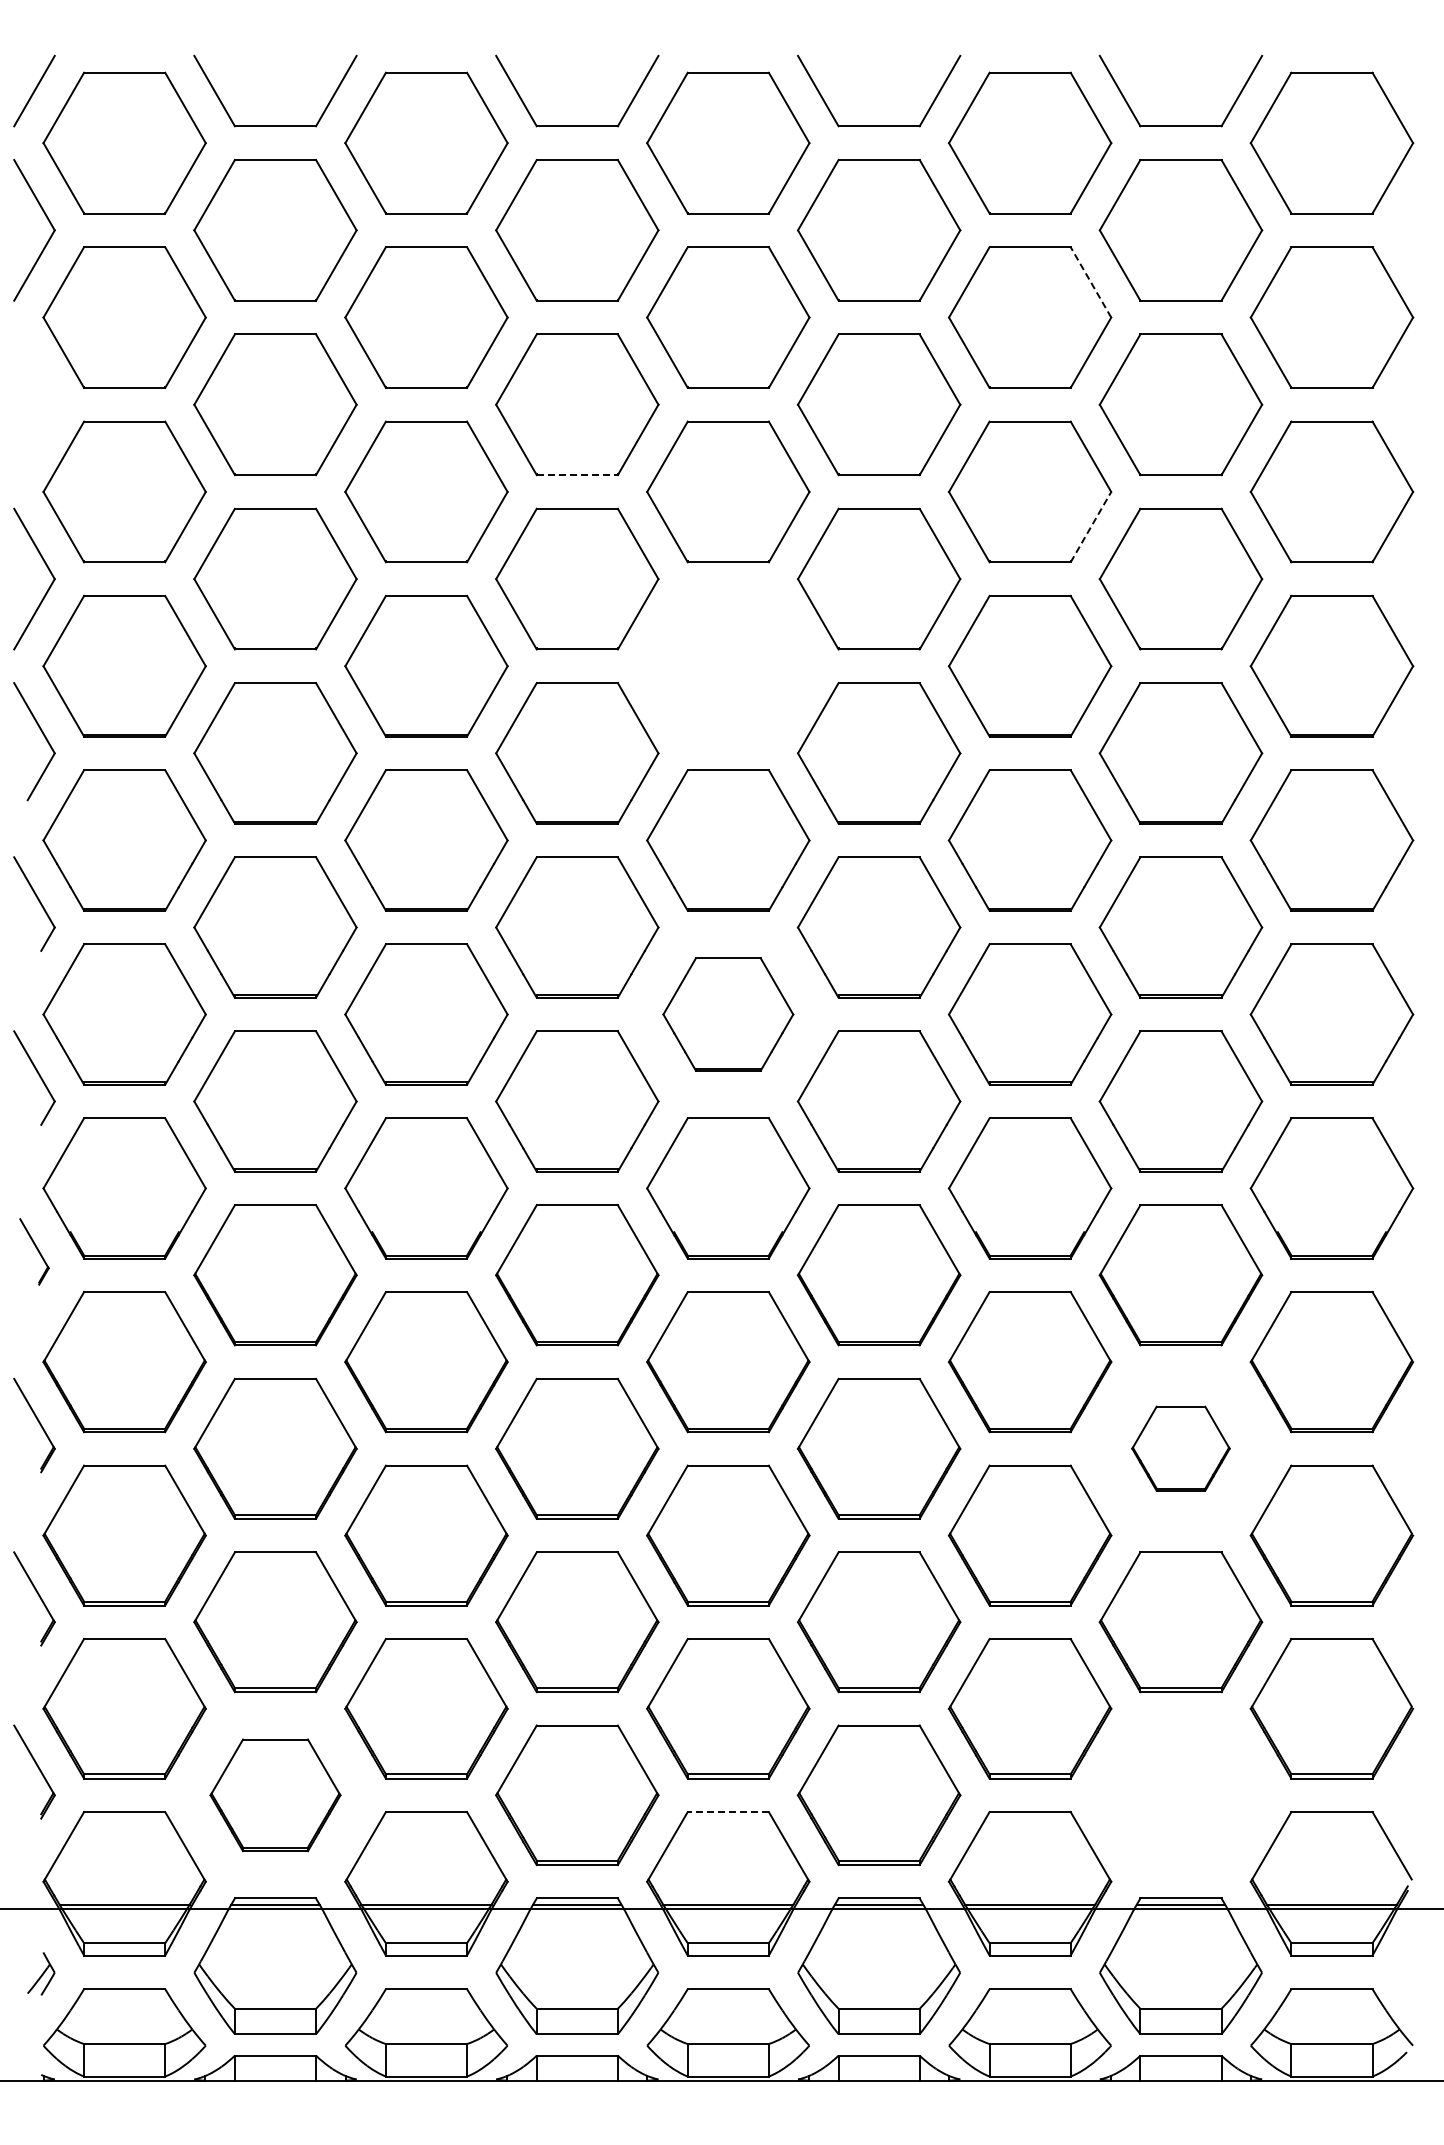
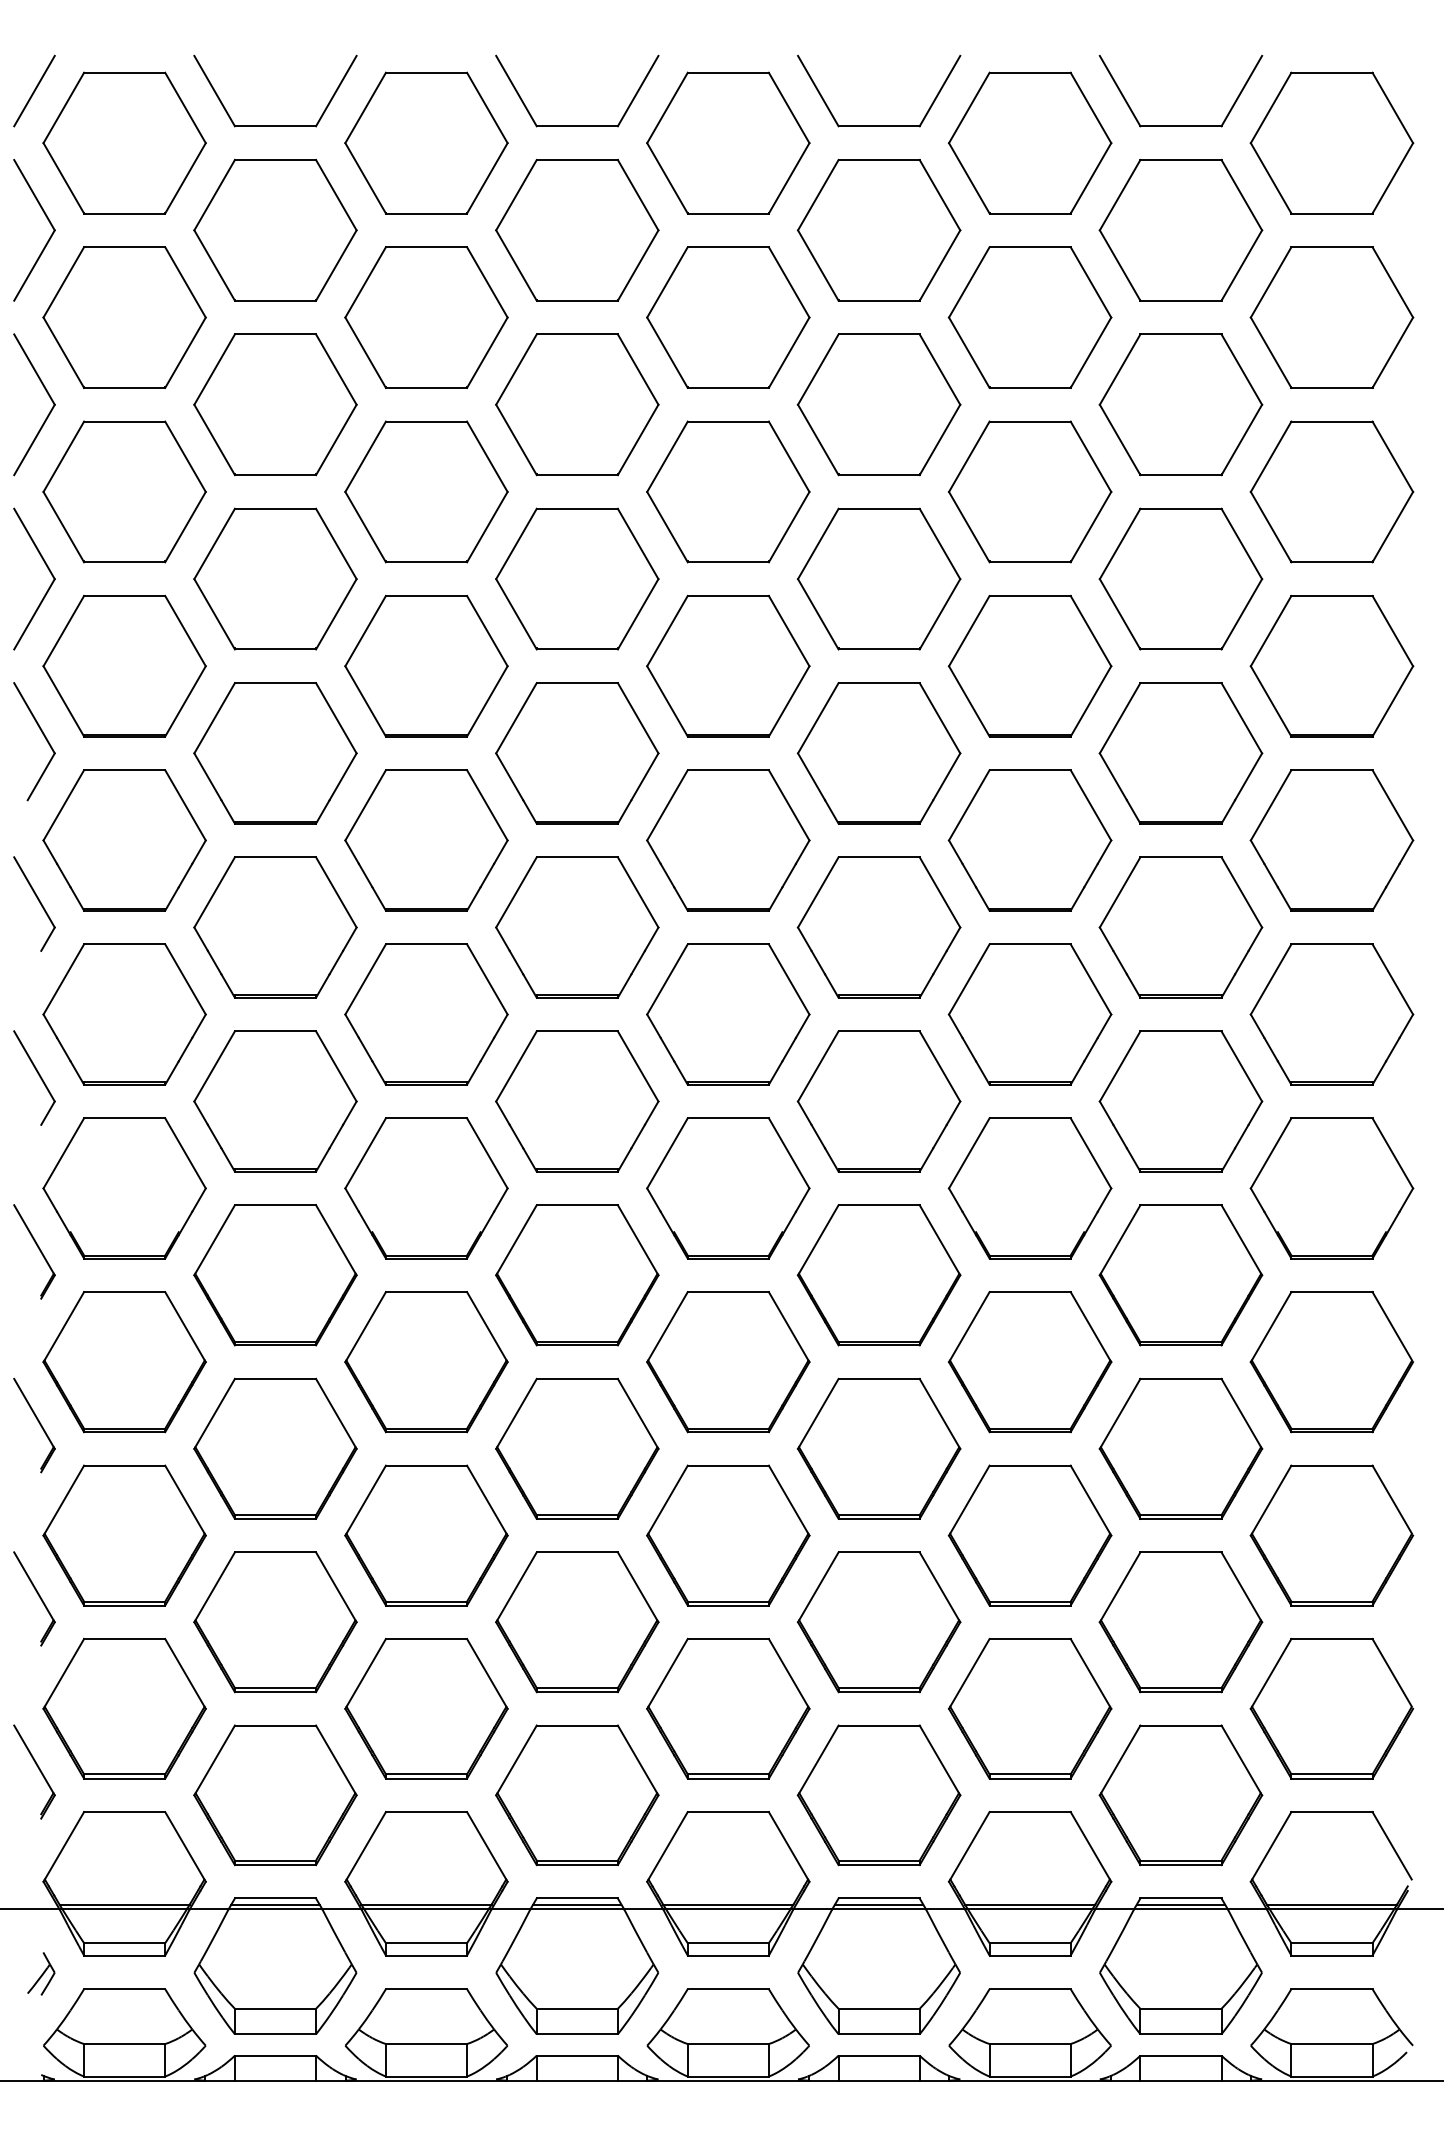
line at (1090, 282): dashed -> solid
part at (48, 396): none -> present
line at (577, 475): dashed -> solid
line at (1090, 527): dashed -> solid
part at (728, 665): none -> present
part at (728, 1014) size: 133x115 px -> 165x143 px
part at (34, 1251) size: 31x68 px -> 43x96 px
part at (1180, 1448) size: 100x87 px -> 166x143 px
part at (275, 1795) size: 133x115 px -> 165x143 px
part at (1180, 1795): none -> present
line at (728, 1812): dashed -> solid
